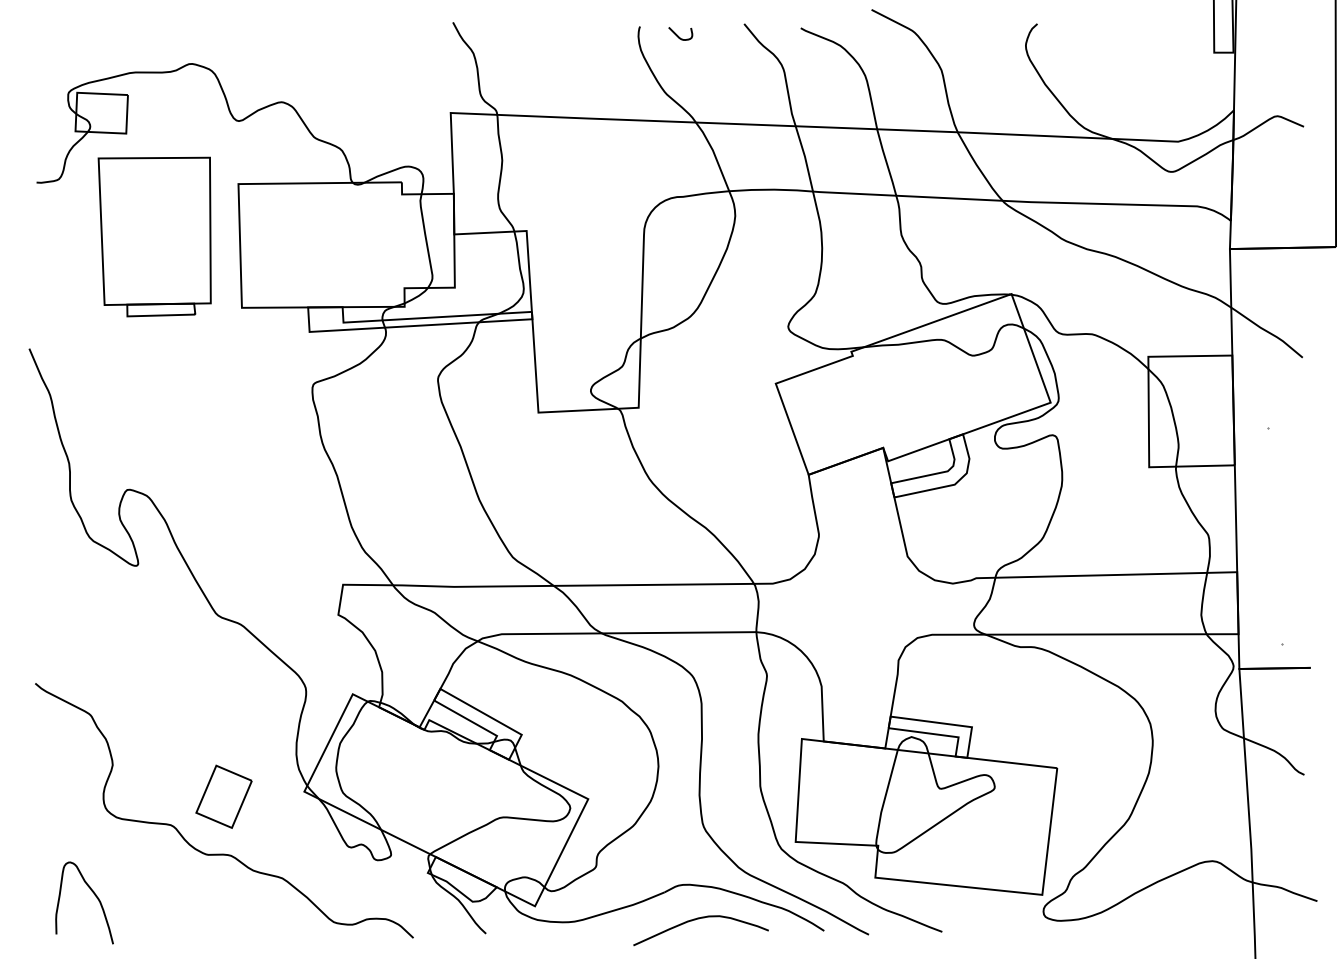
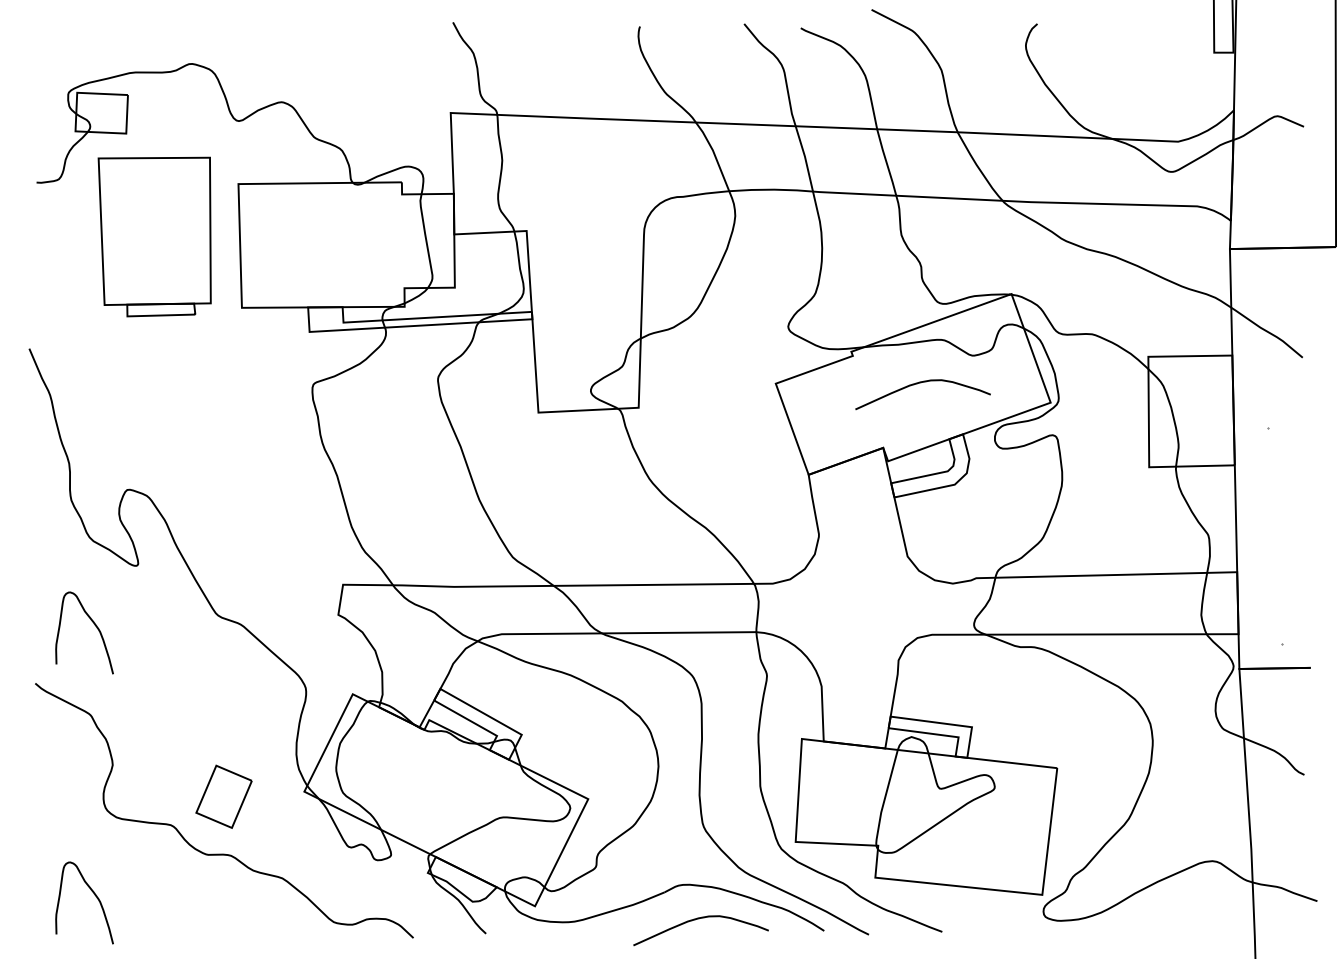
curve at (678, 35): present -> none
curve at (921, 383): none -> present
curve at (94, 625): none -> present
